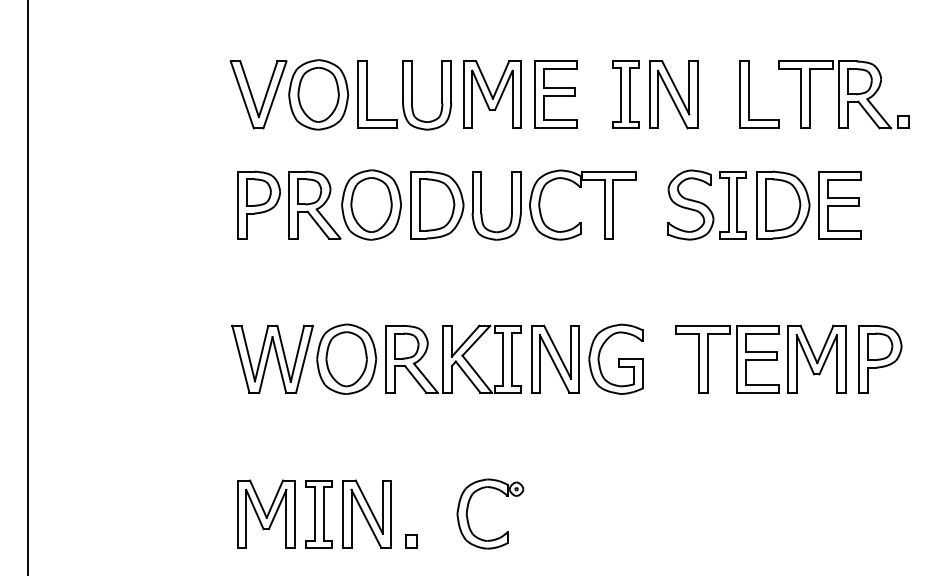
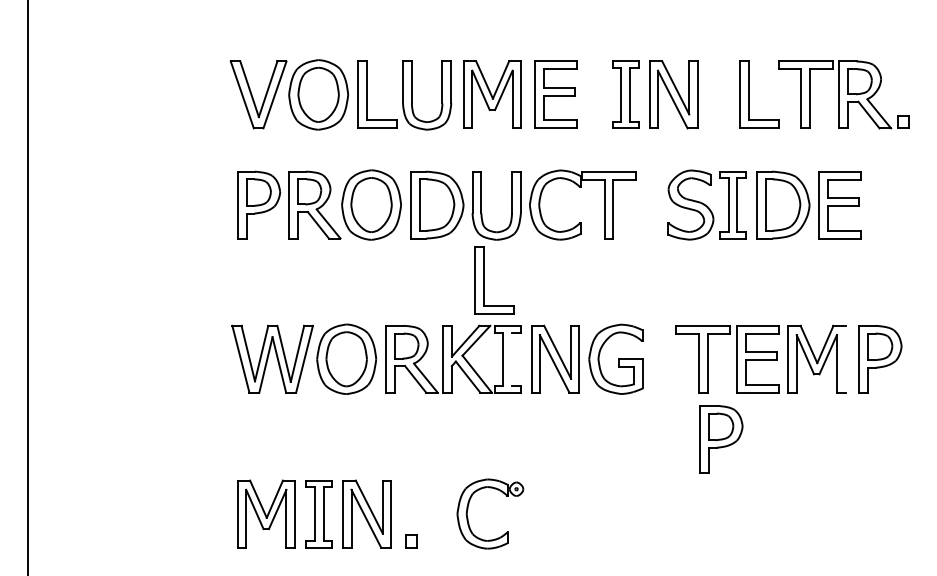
part at (484, 280): none -> present
line at (512, 358): present -> none
line at (845, 358): present -> none
part at (721, 439): none -> present
